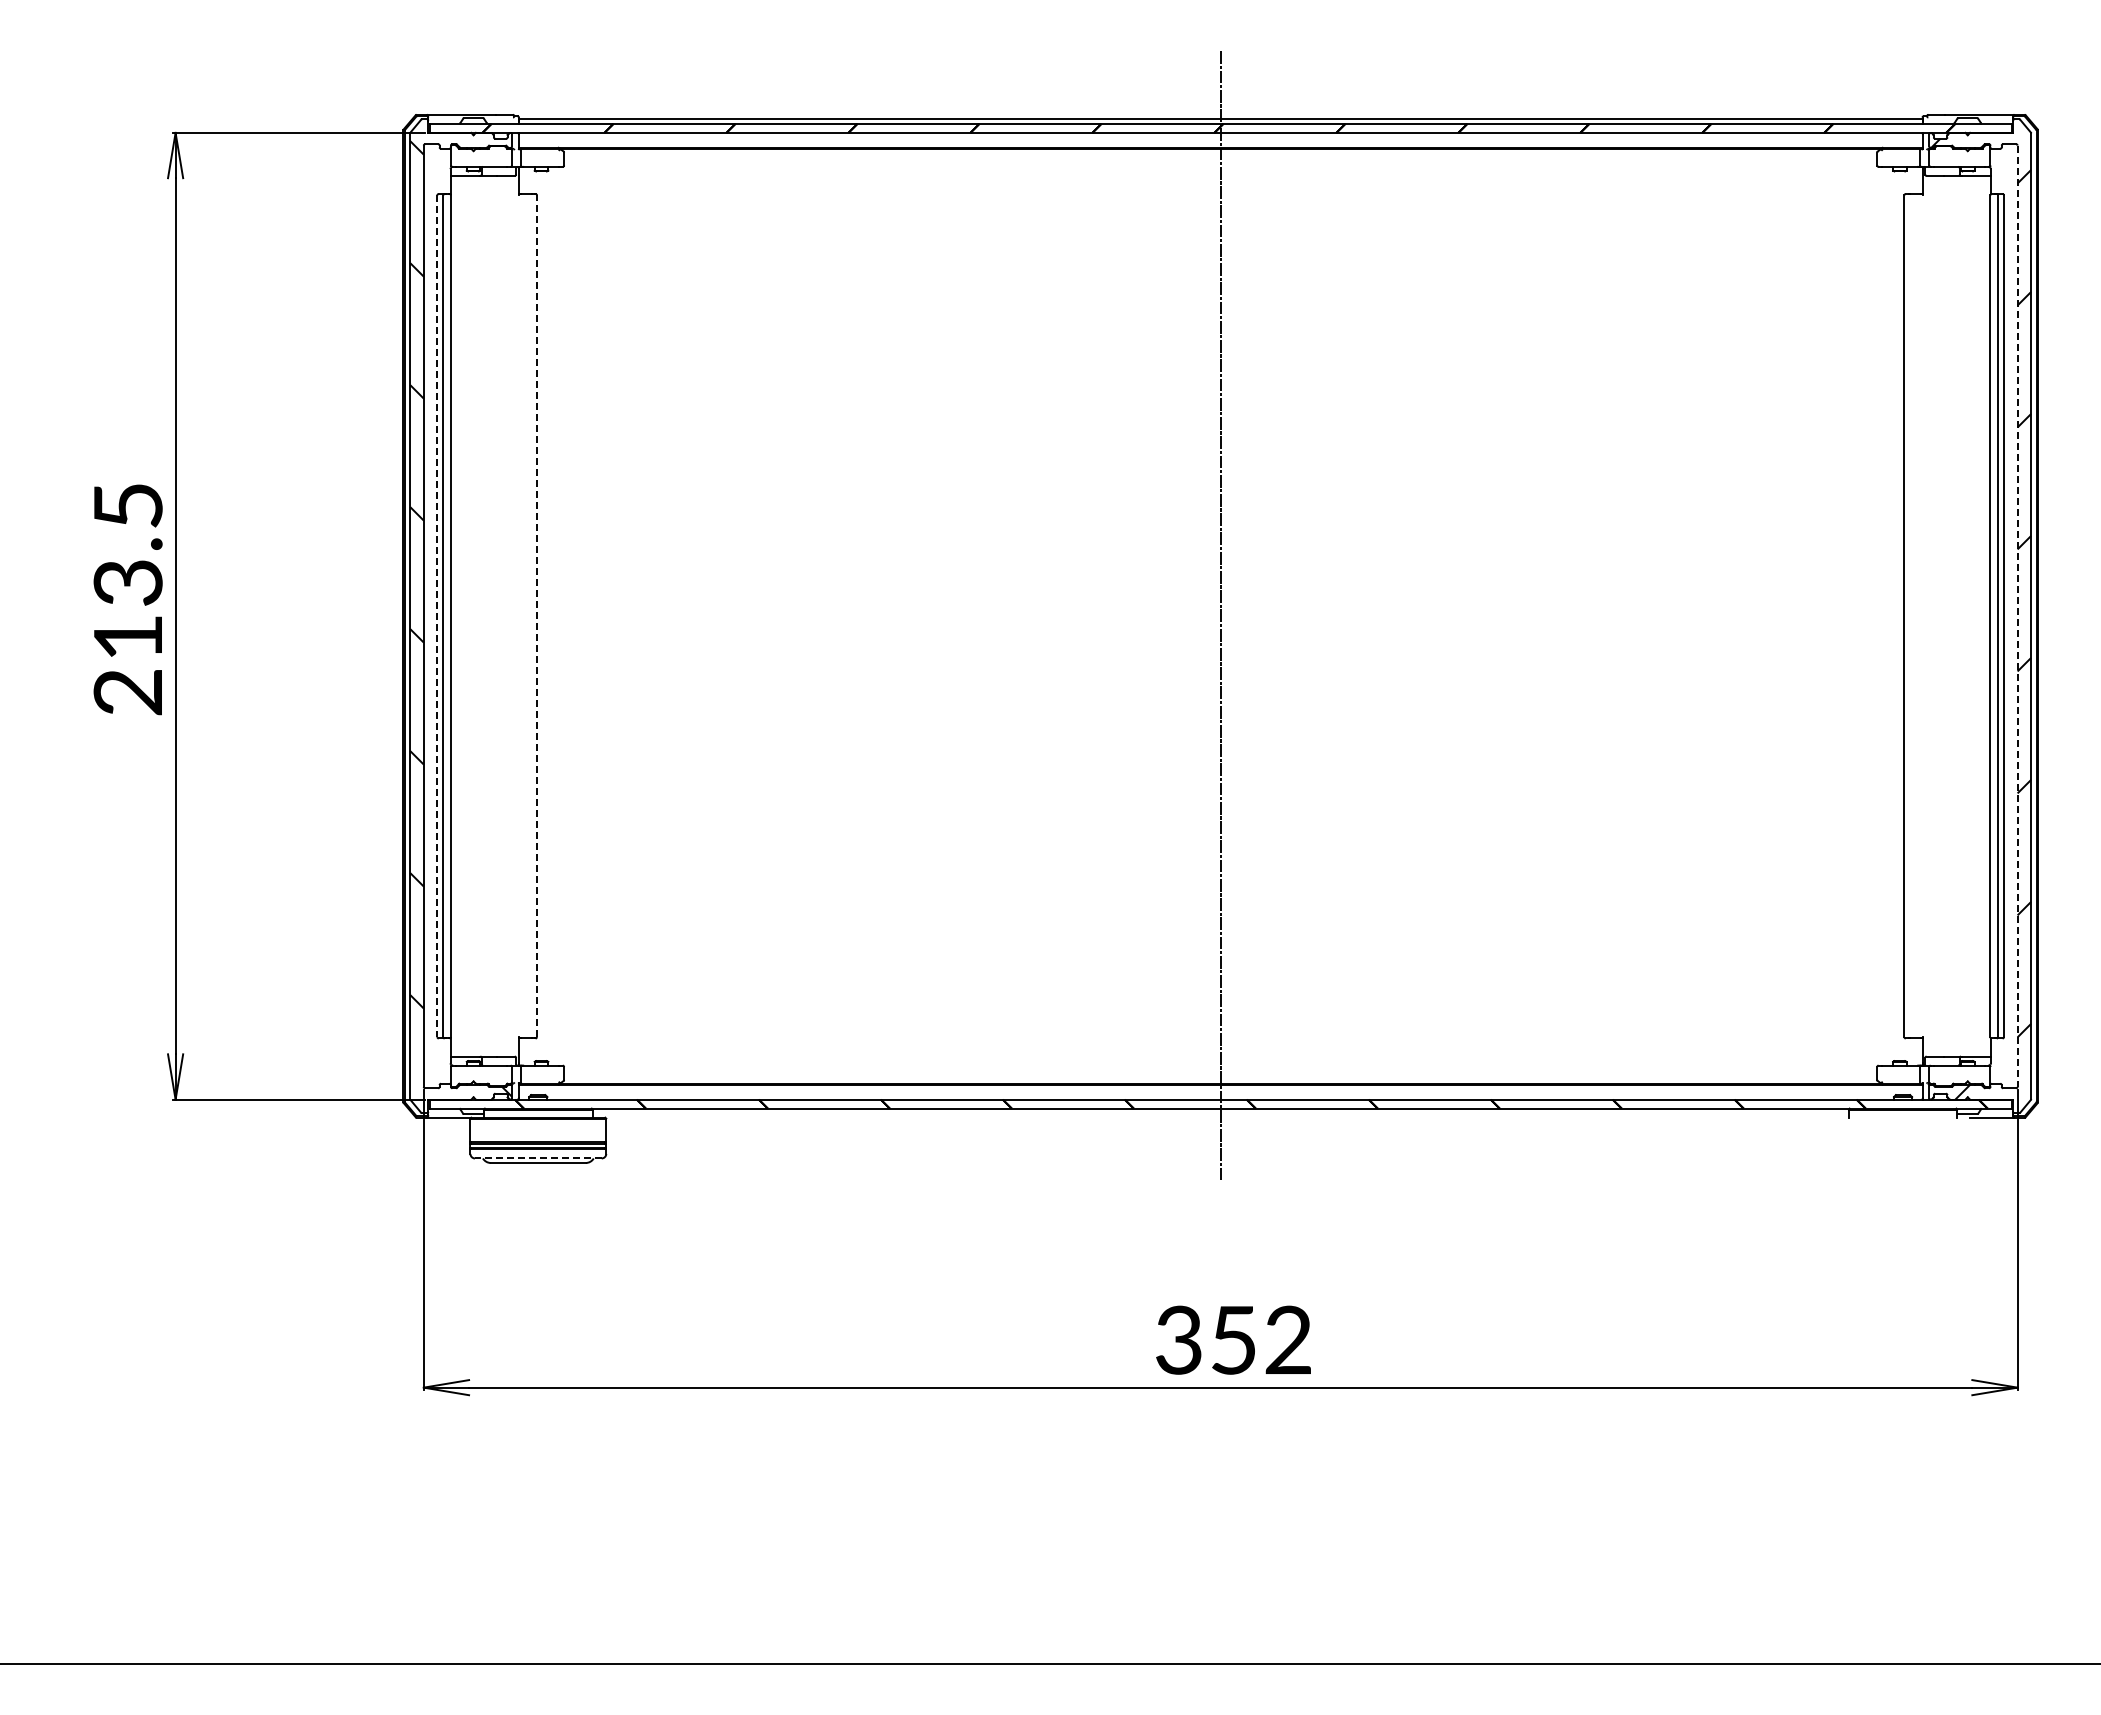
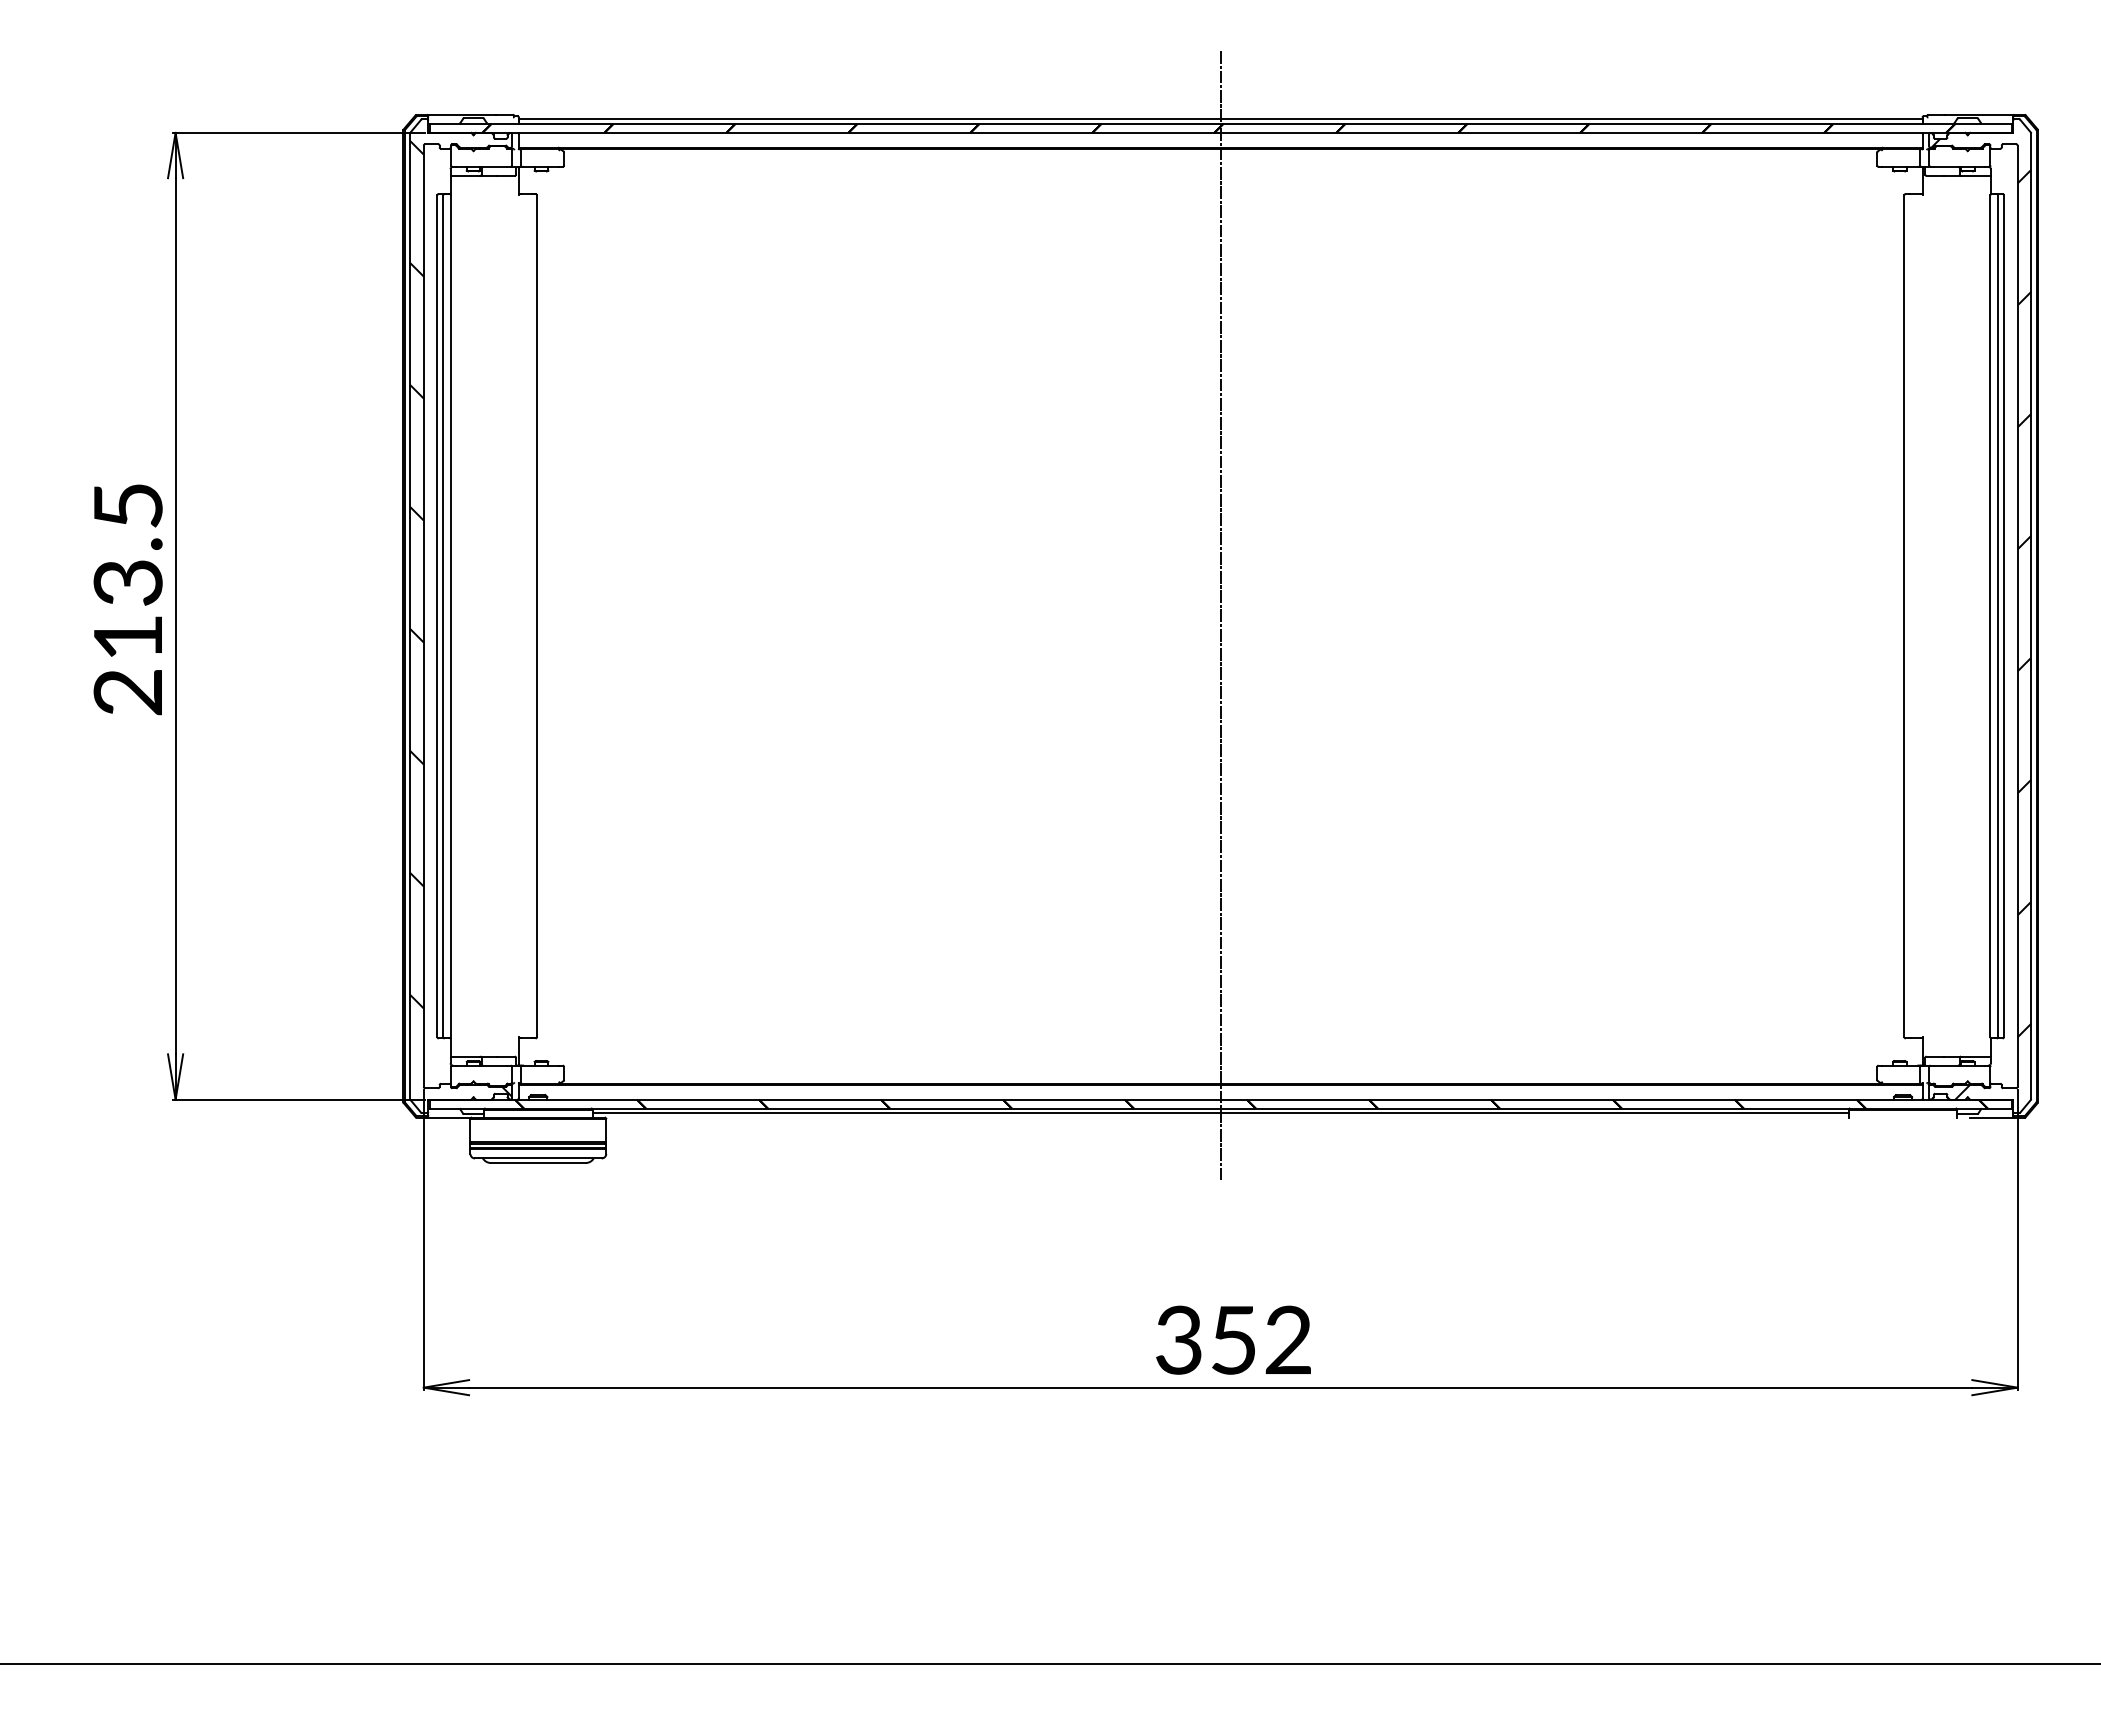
line at (437, 616): dashed -> solid
line at (536, 616): dashed -> solid
line at (2017, 616): dashed -> solid
line at (1220, 1113): none -> present
line at (537, 1158): dashed -> solid
